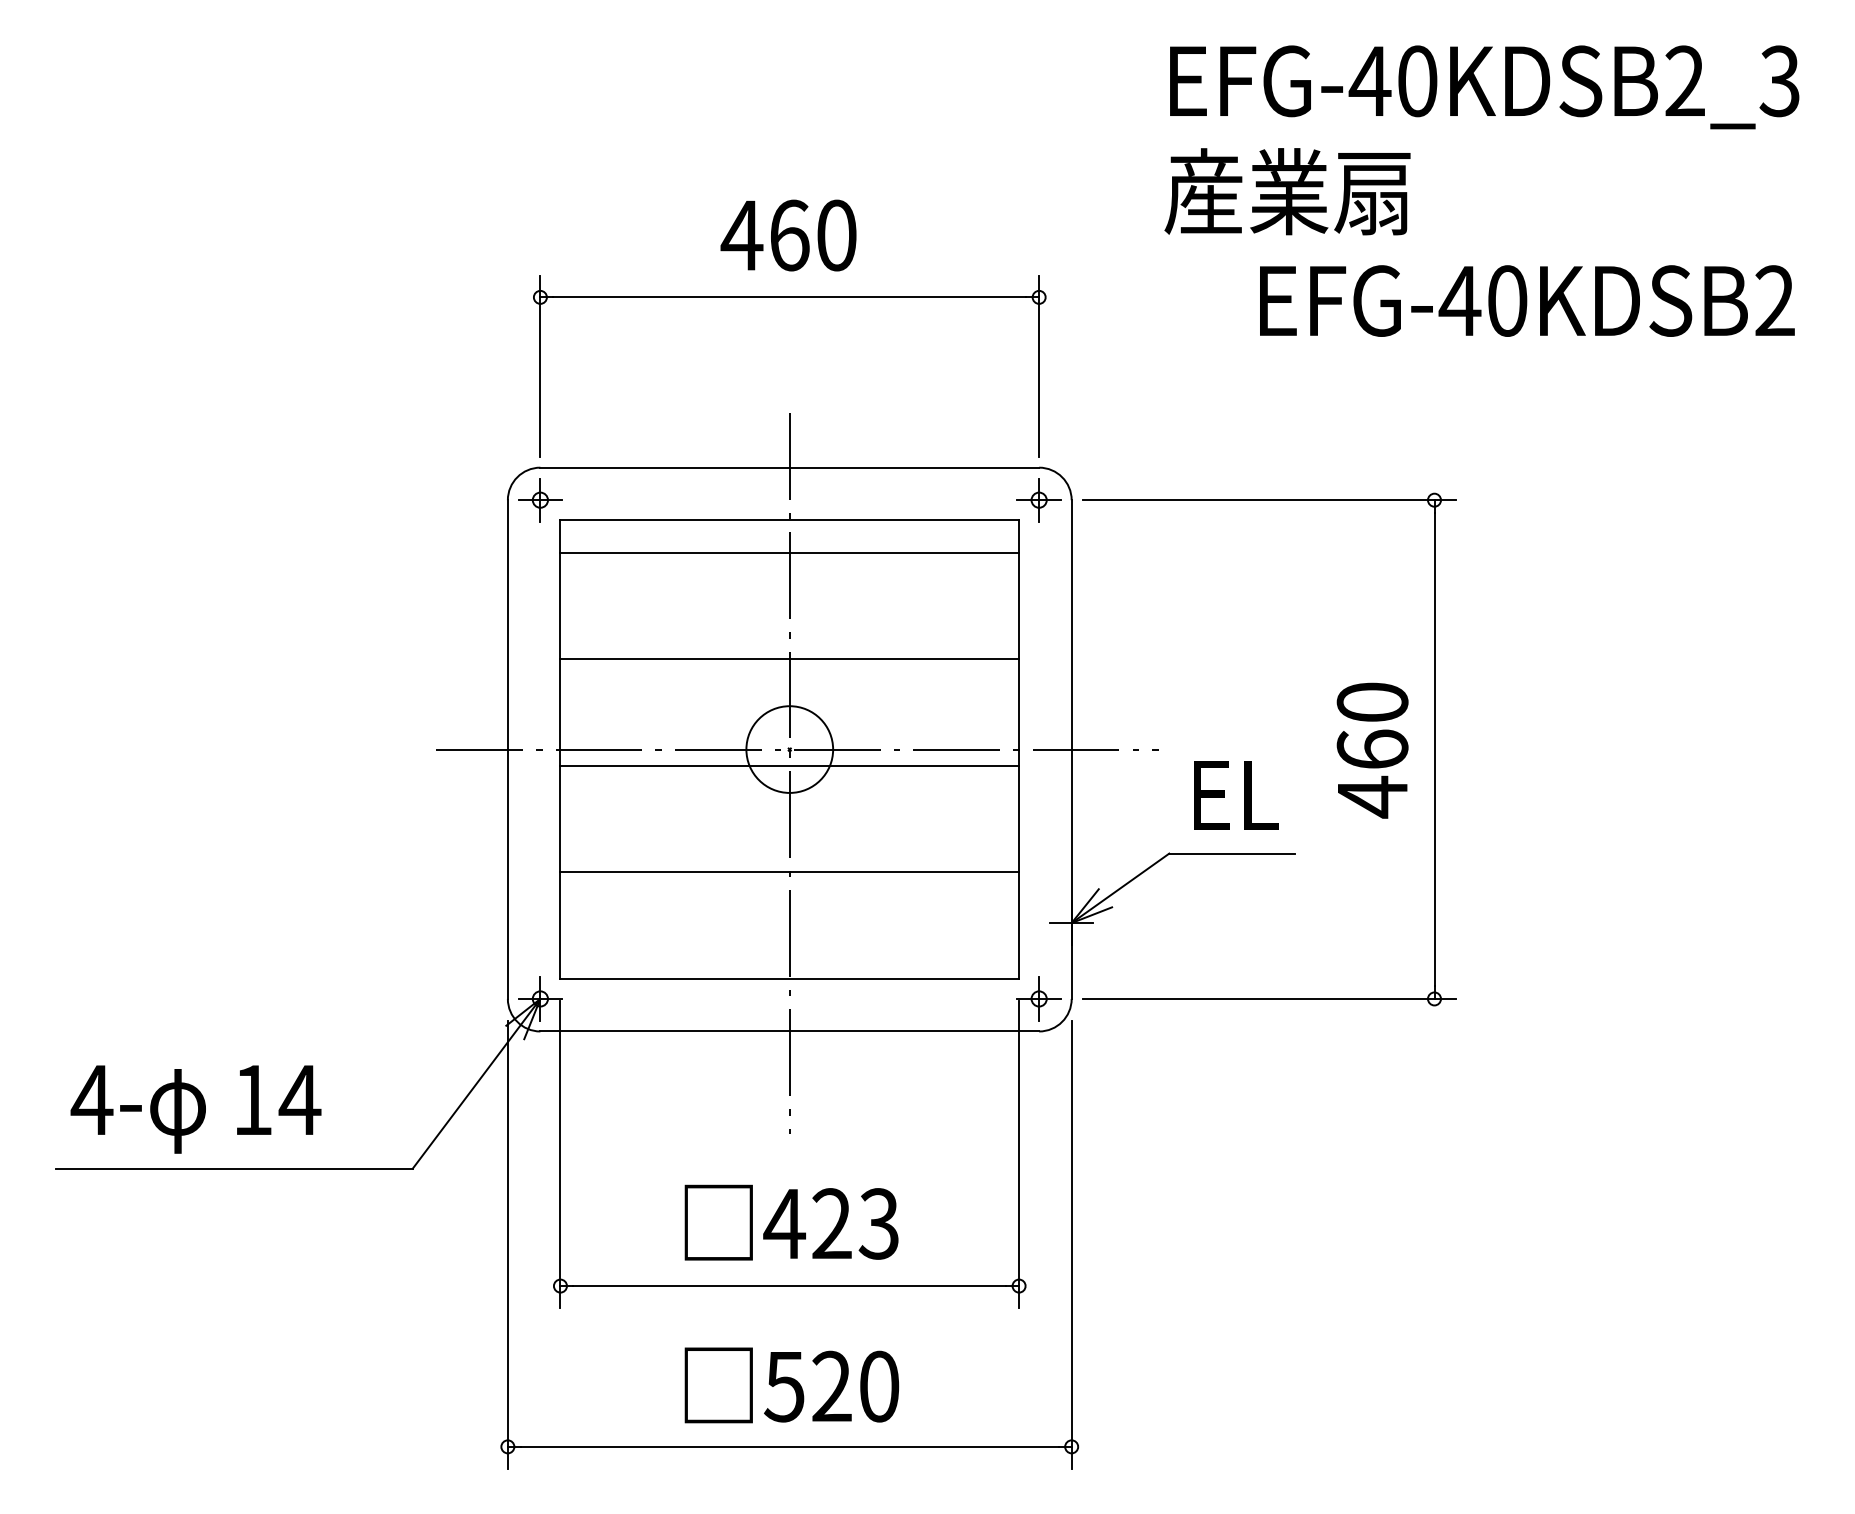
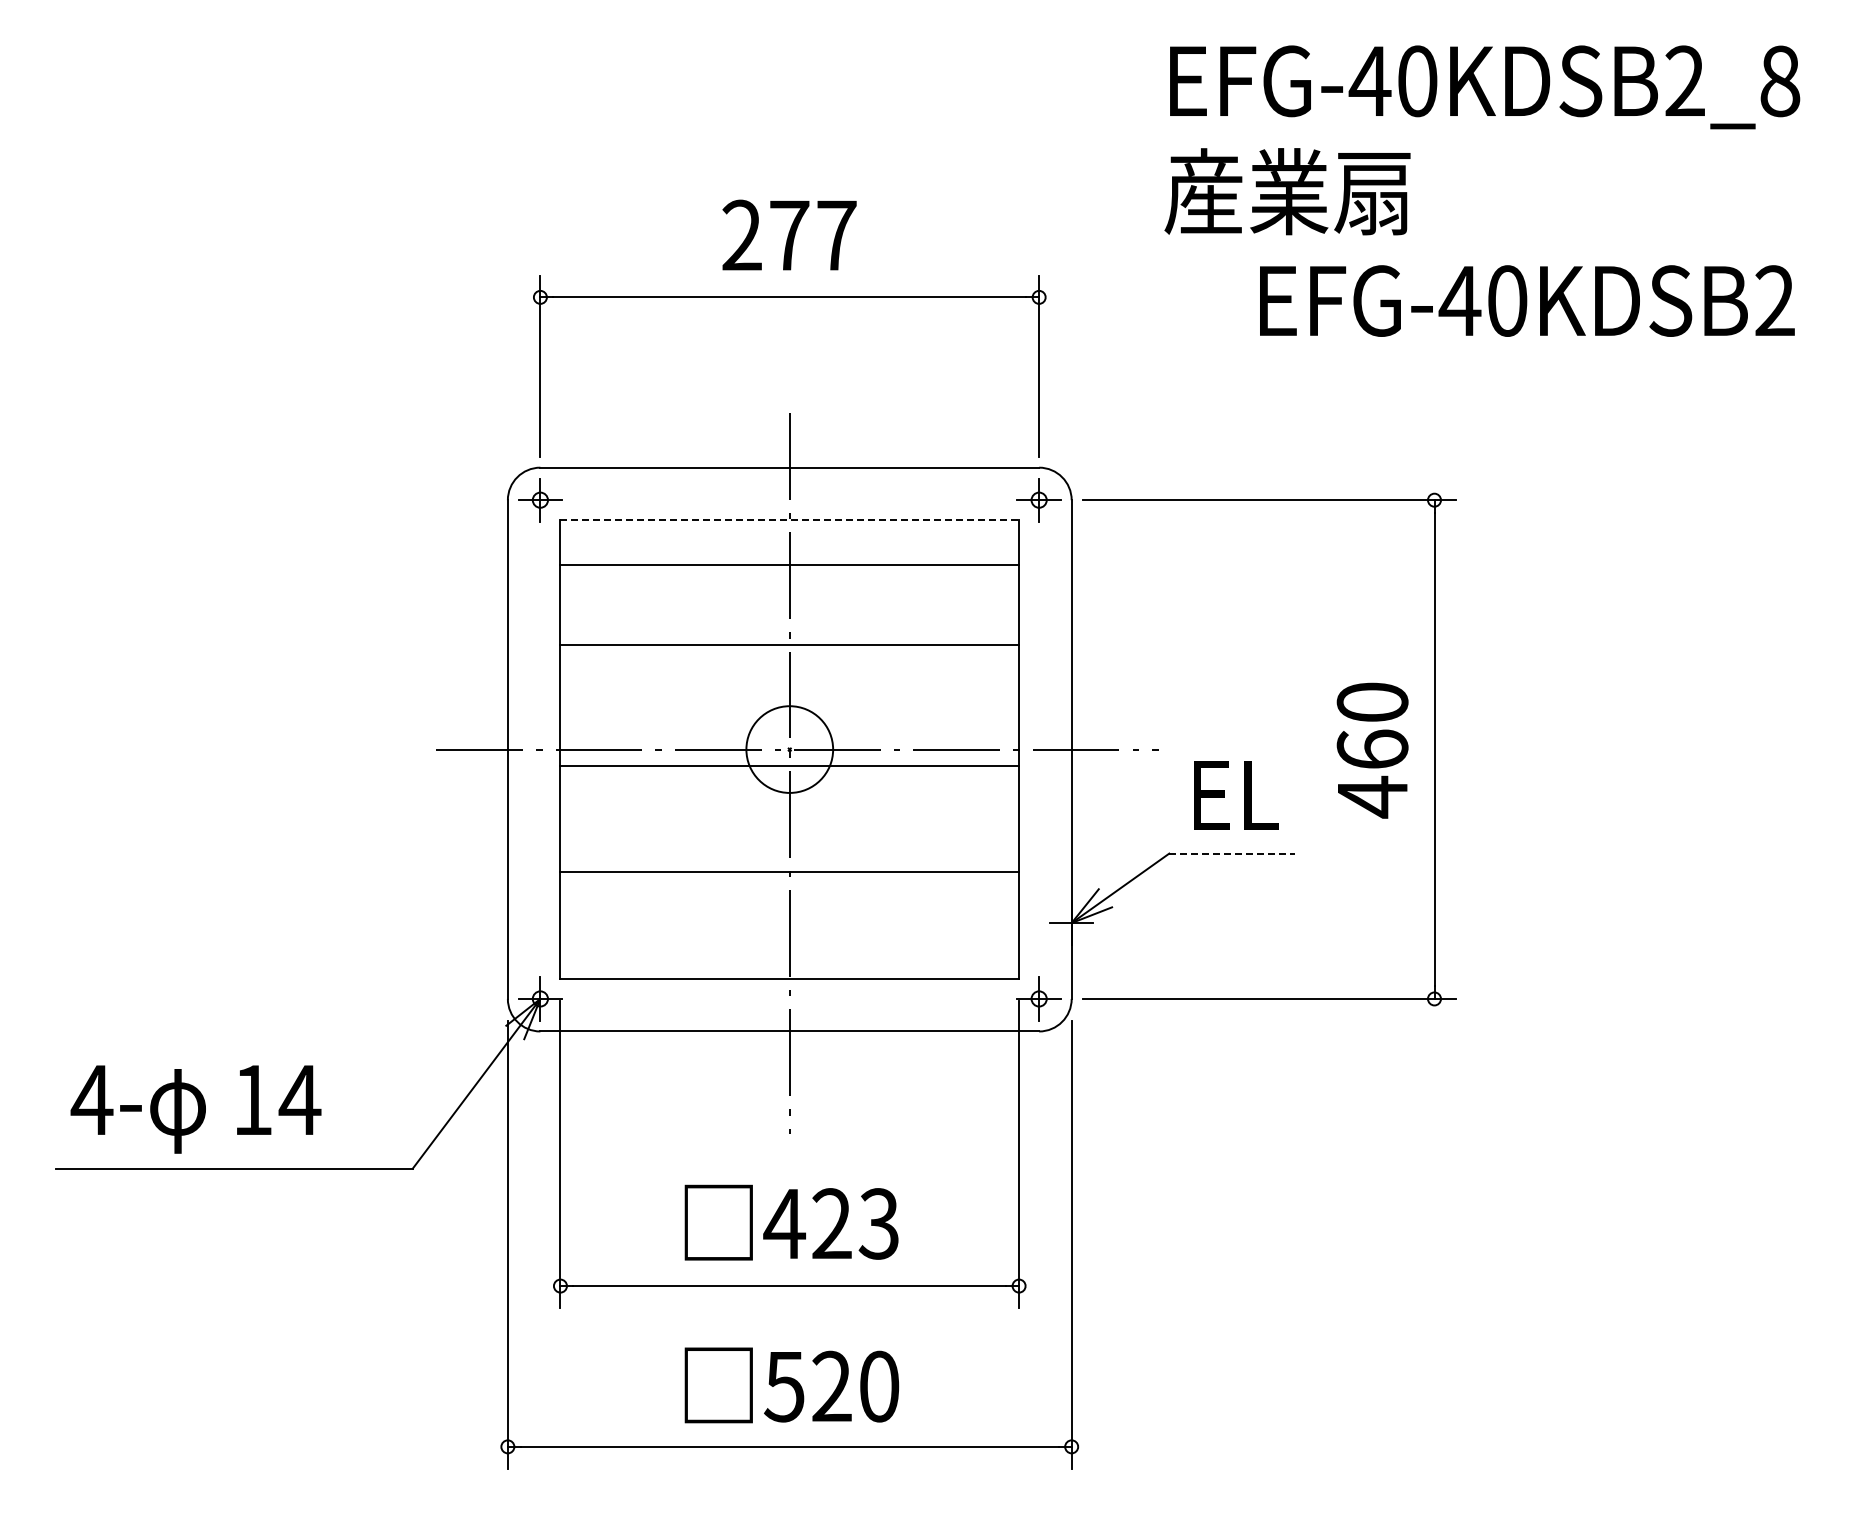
text at (1779, 81): EFG-40KDSB2_3 -> EFG-40KDSB2_8
text at (788, 235): 460 -> 277
line at (790, 520): solid -> dashed
line at (789, 552) position: (789, 552) -> (789, 564)
line at (789, 659) position: (789, 659) -> (789, 645)
line at (1232, 853): solid -> dashed
